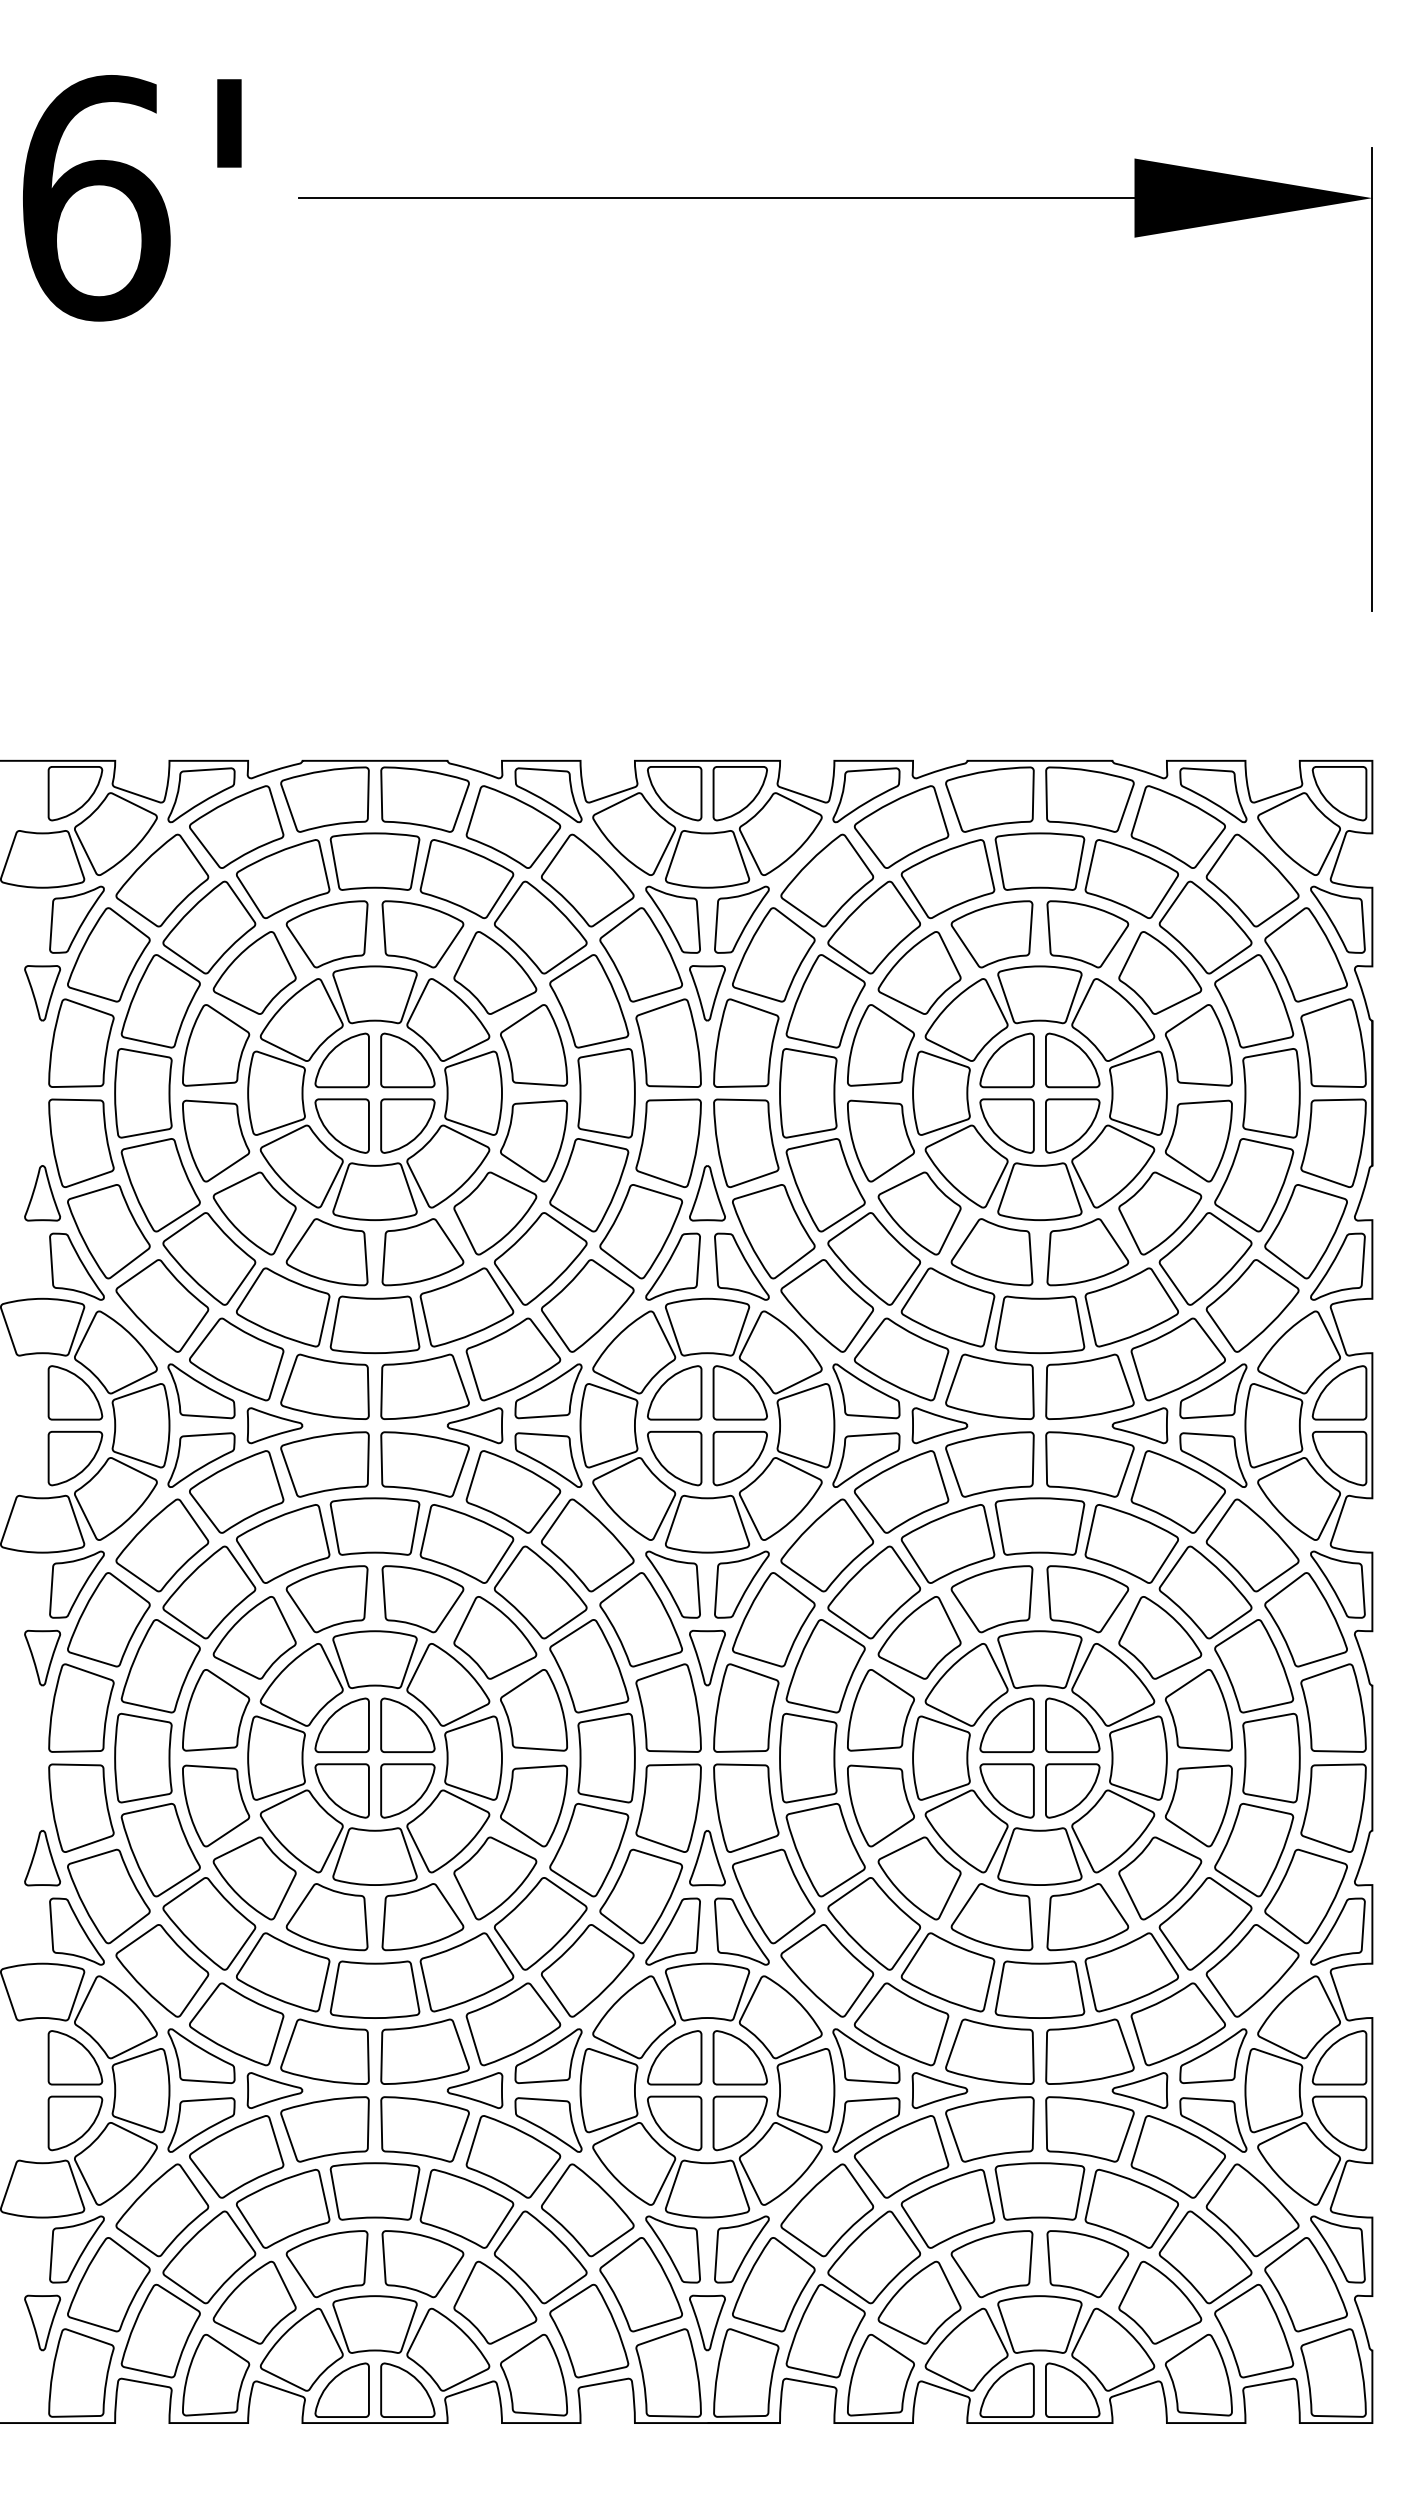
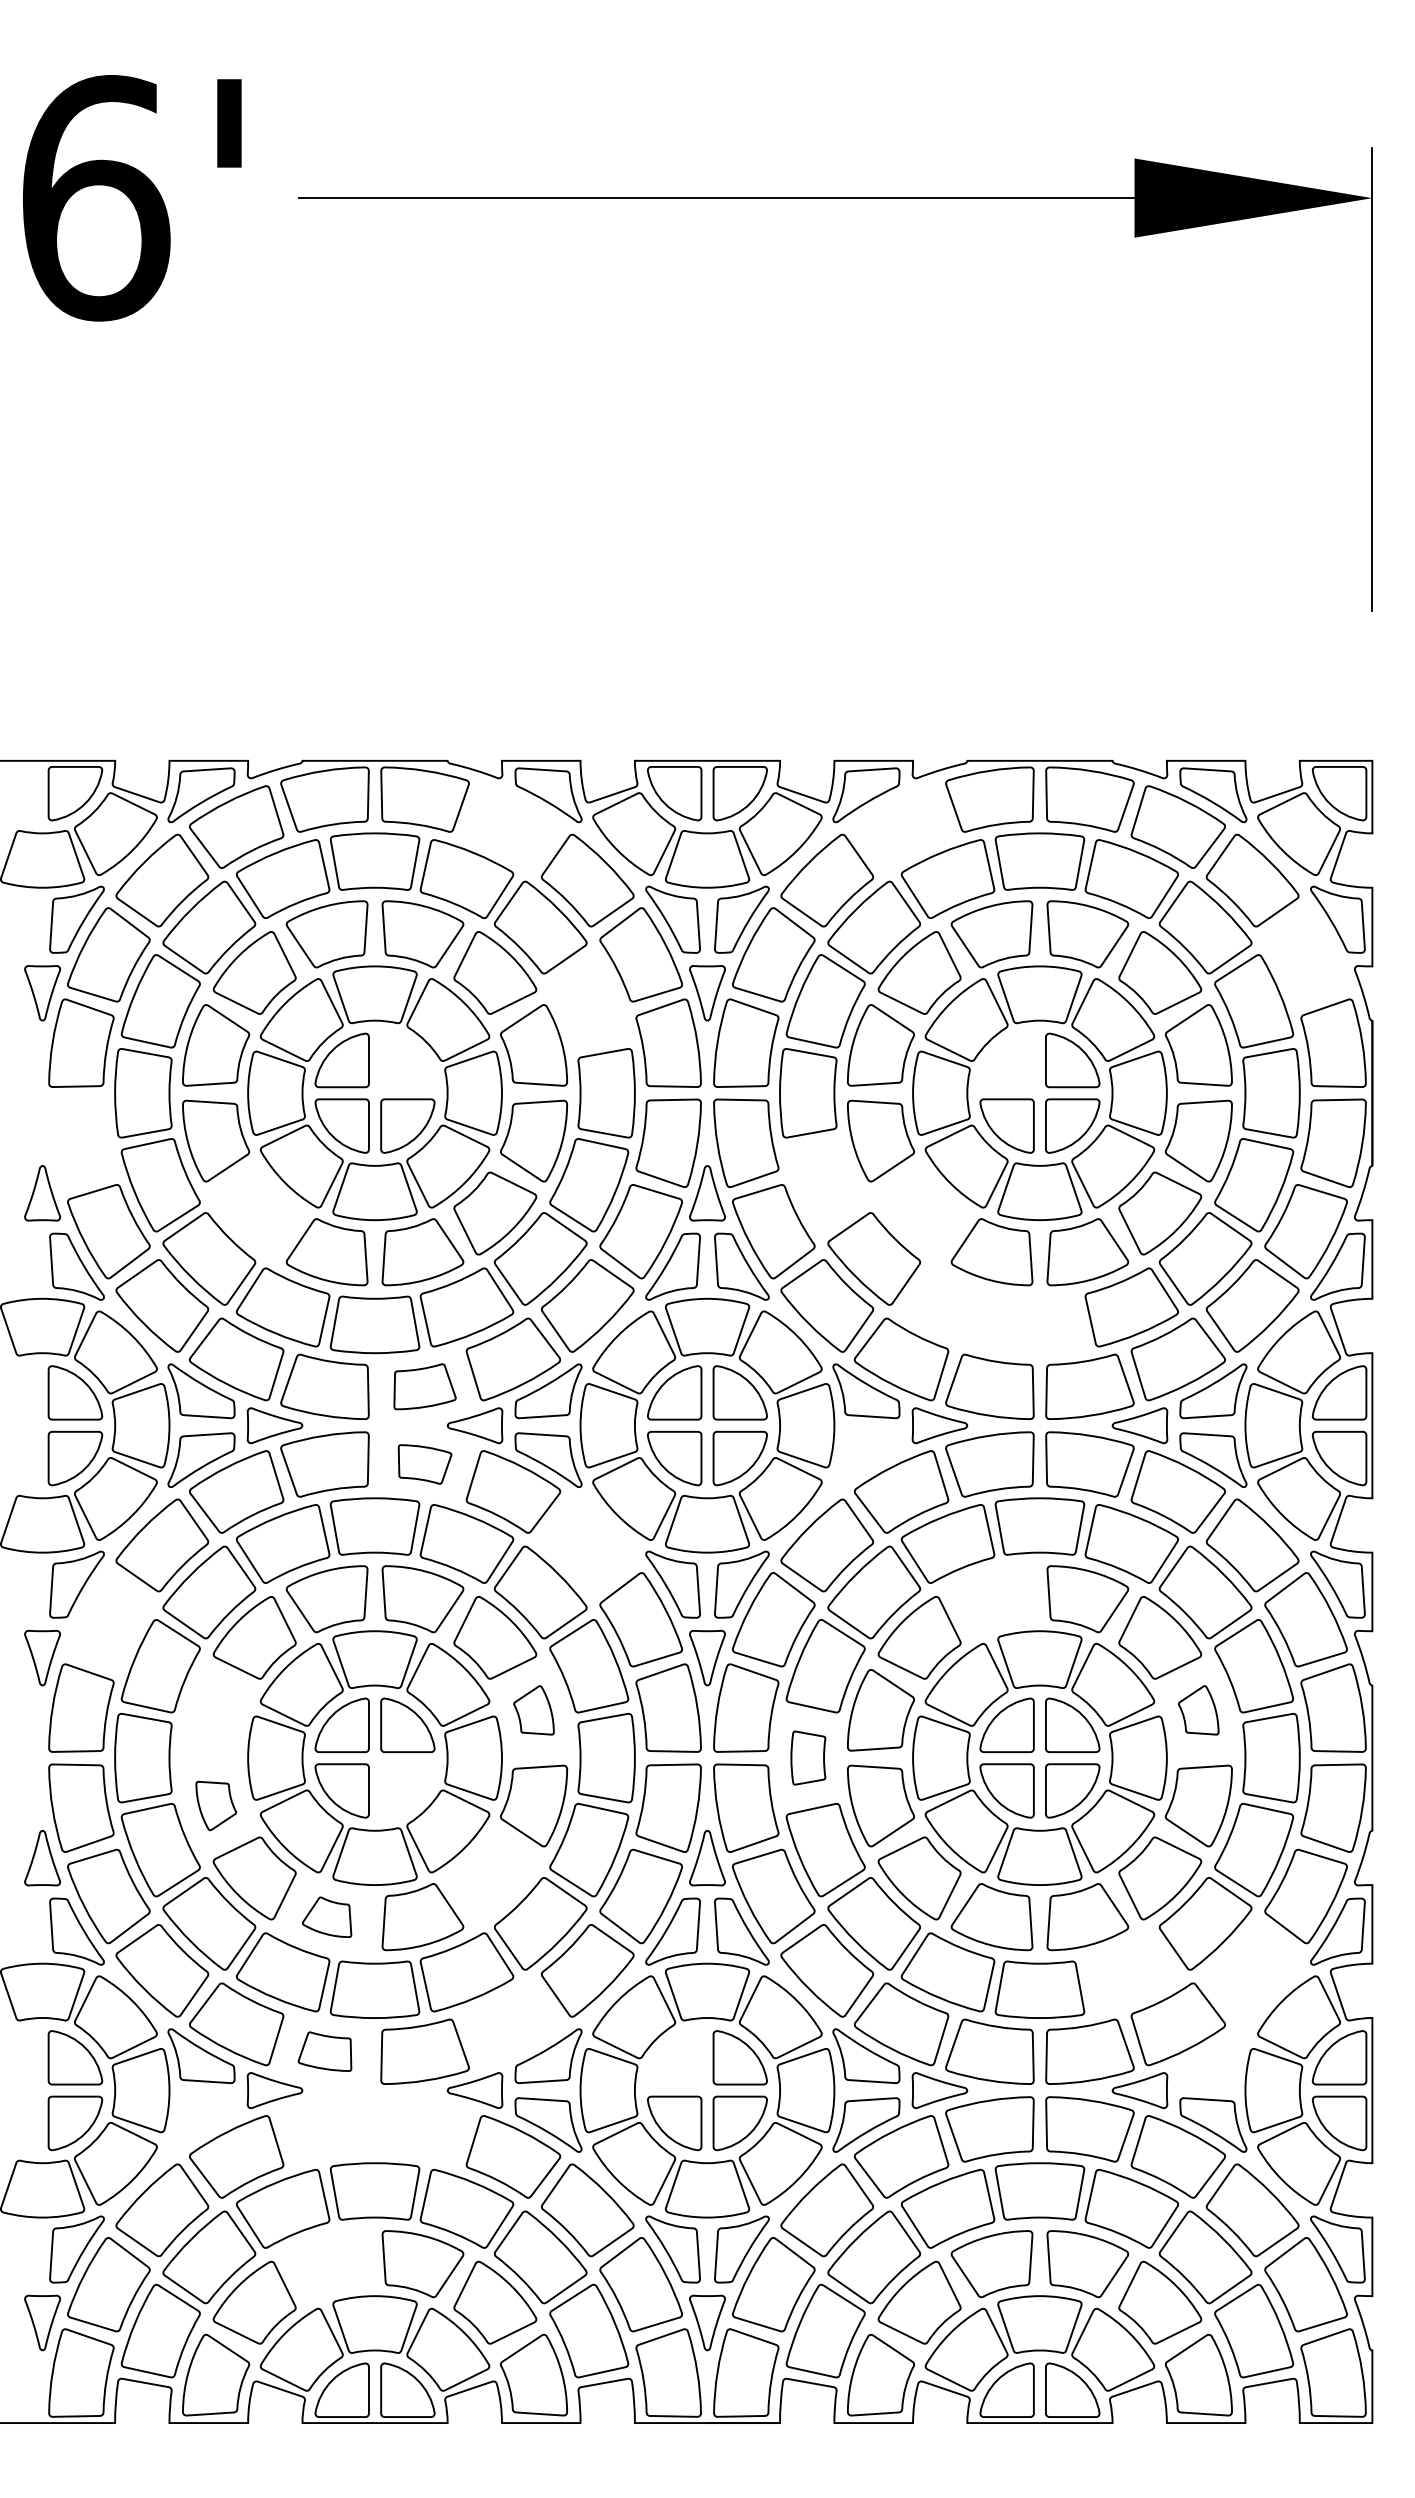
part at (513, 826): present -> none
part at (901, 826): present -> none
part at (1305, 954): present -> none
part at (589, 1001): present -> none
part at (407, 1060): present -> none
part at (1006, 1060): present -> none
part at (81, 1142): present -> none
part at (825, 1185): present -> none
part at (254, 1213): present -> none
part at (919, 1213): present -> none
part at (992, 1310): present -> none
part at (424, 1386) size: 90x67 px -> 64x48 px
part at (866, 1459): present -> none
part at (424, 1464) size: 90x67 px -> 56x41 px
part at (587, 1545): present -> none
part at (991, 1599): present -> none
part at (108, 1619): present -> none
part at (216, 1710): present -> none
part at (533, 1710) size: 68x83 px -> 42x51 px
part at (1198, 1710) size: 69x83 px -> 42x51 px
part at (808, 1757) size: 59x92 px -> 37x56 px
part at (407, 1790): present -> none
part at (216, 1805) size: 69x84 px -> 42x52 px
part at (495, 1878): present -> none
part at (326, 1917) size: 84x69 px -> 51x42 px
part at (1252, 1970): present -> none
part at (1131, 1972): present -> none
part at (513, 2024): present -> none
part at (324, 2051) size: 90x67 px -> 56x41 px
part at (1213, 2055): present -> none
part at (674, 2057): present -> none
part at (201, 2124): present -> none
part at (324, 2129): present -> none
part at (424, 2129): present -> none
part at (326, 2264): present -> none
